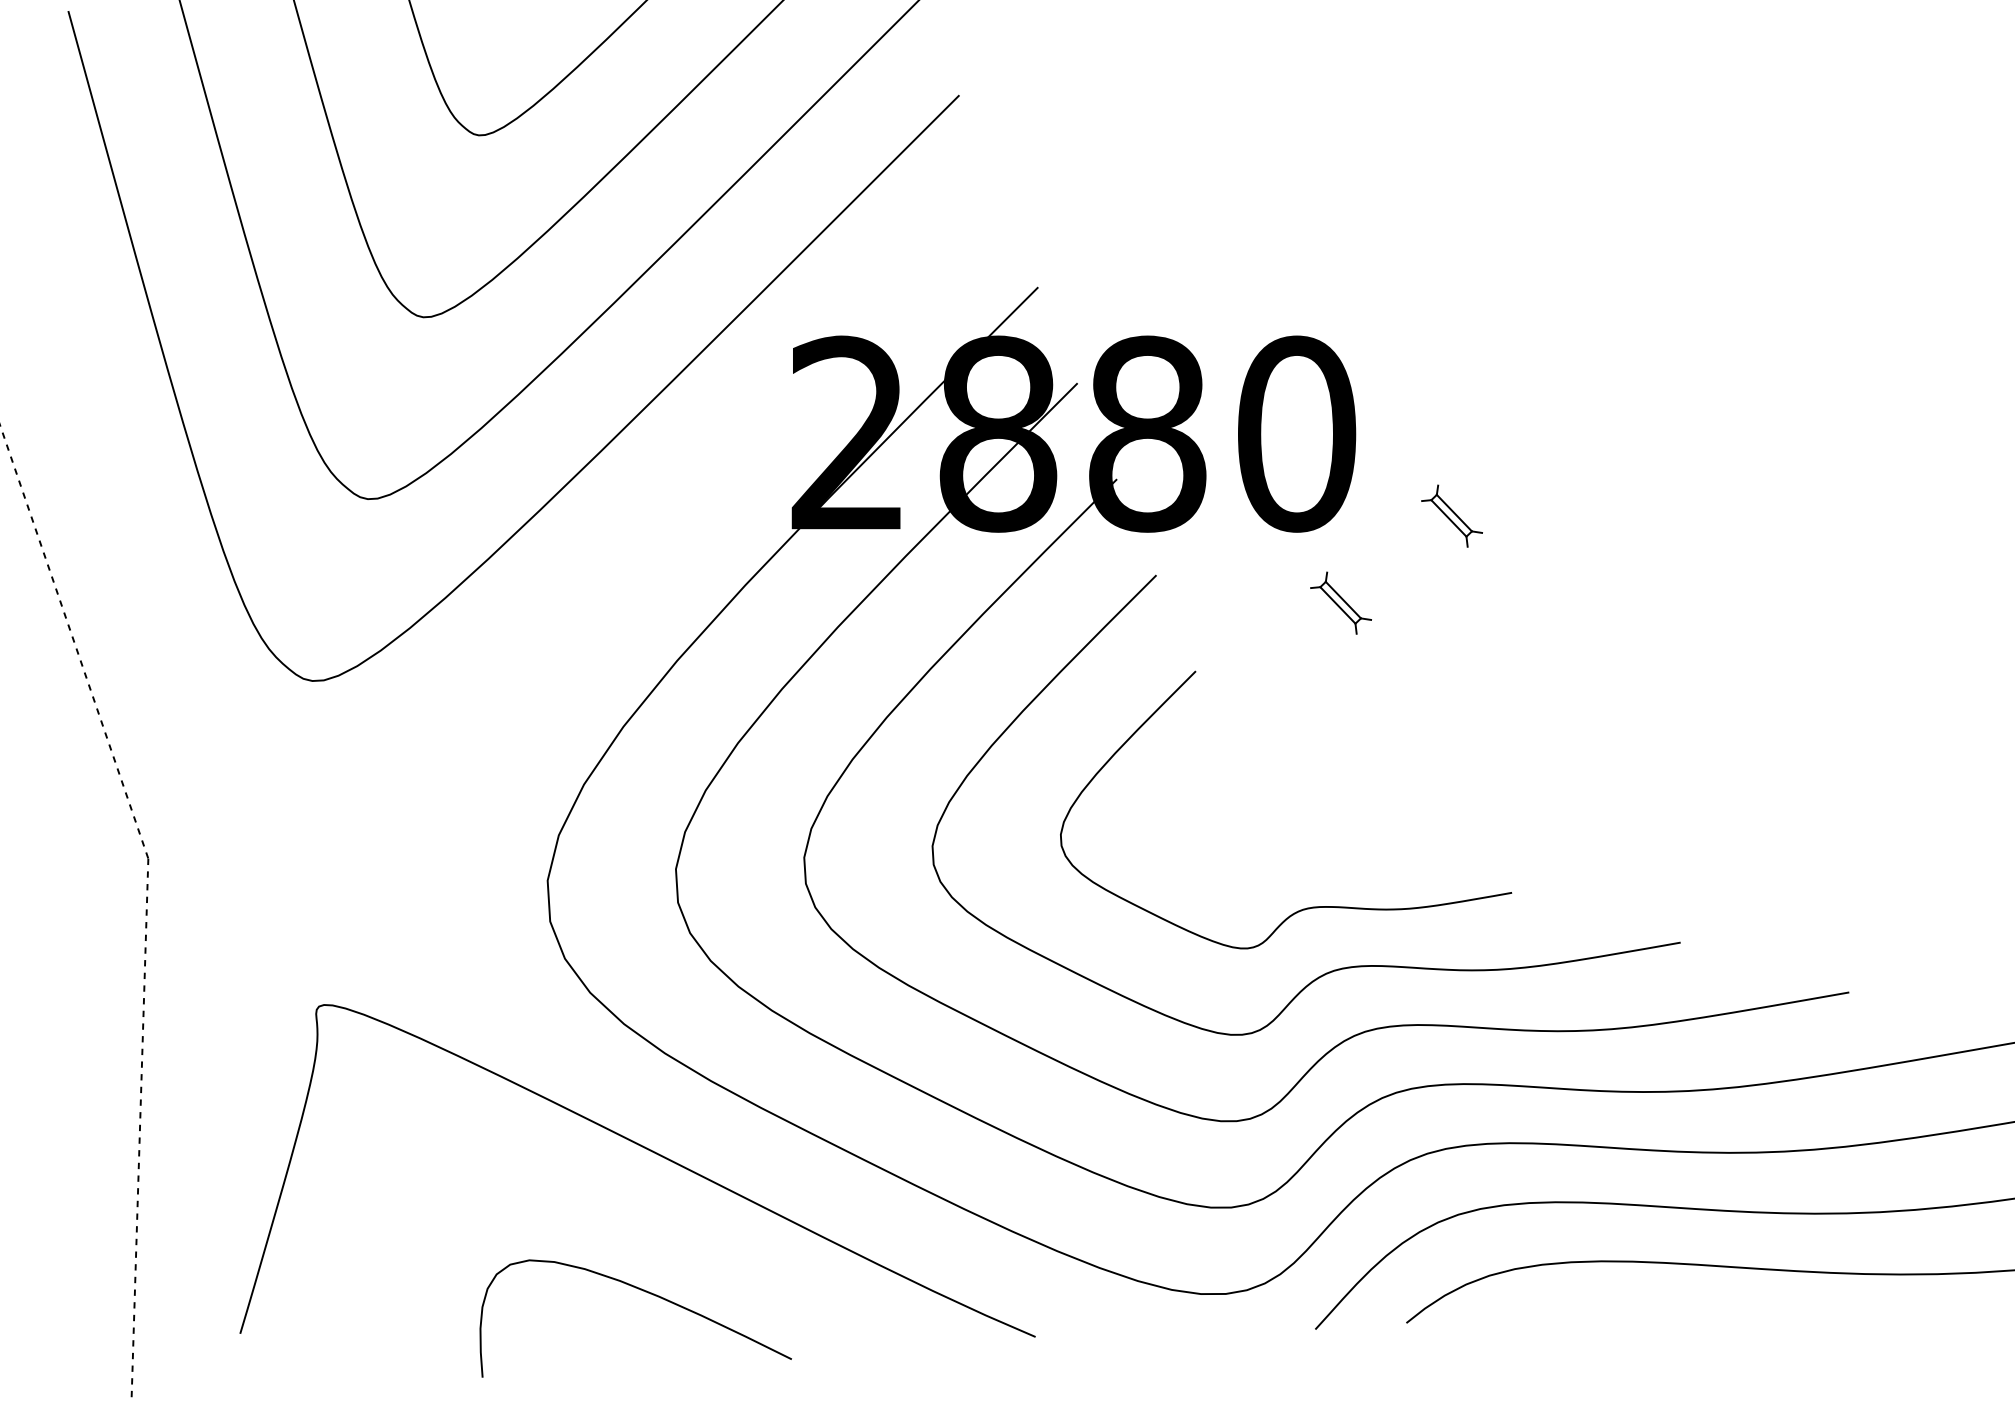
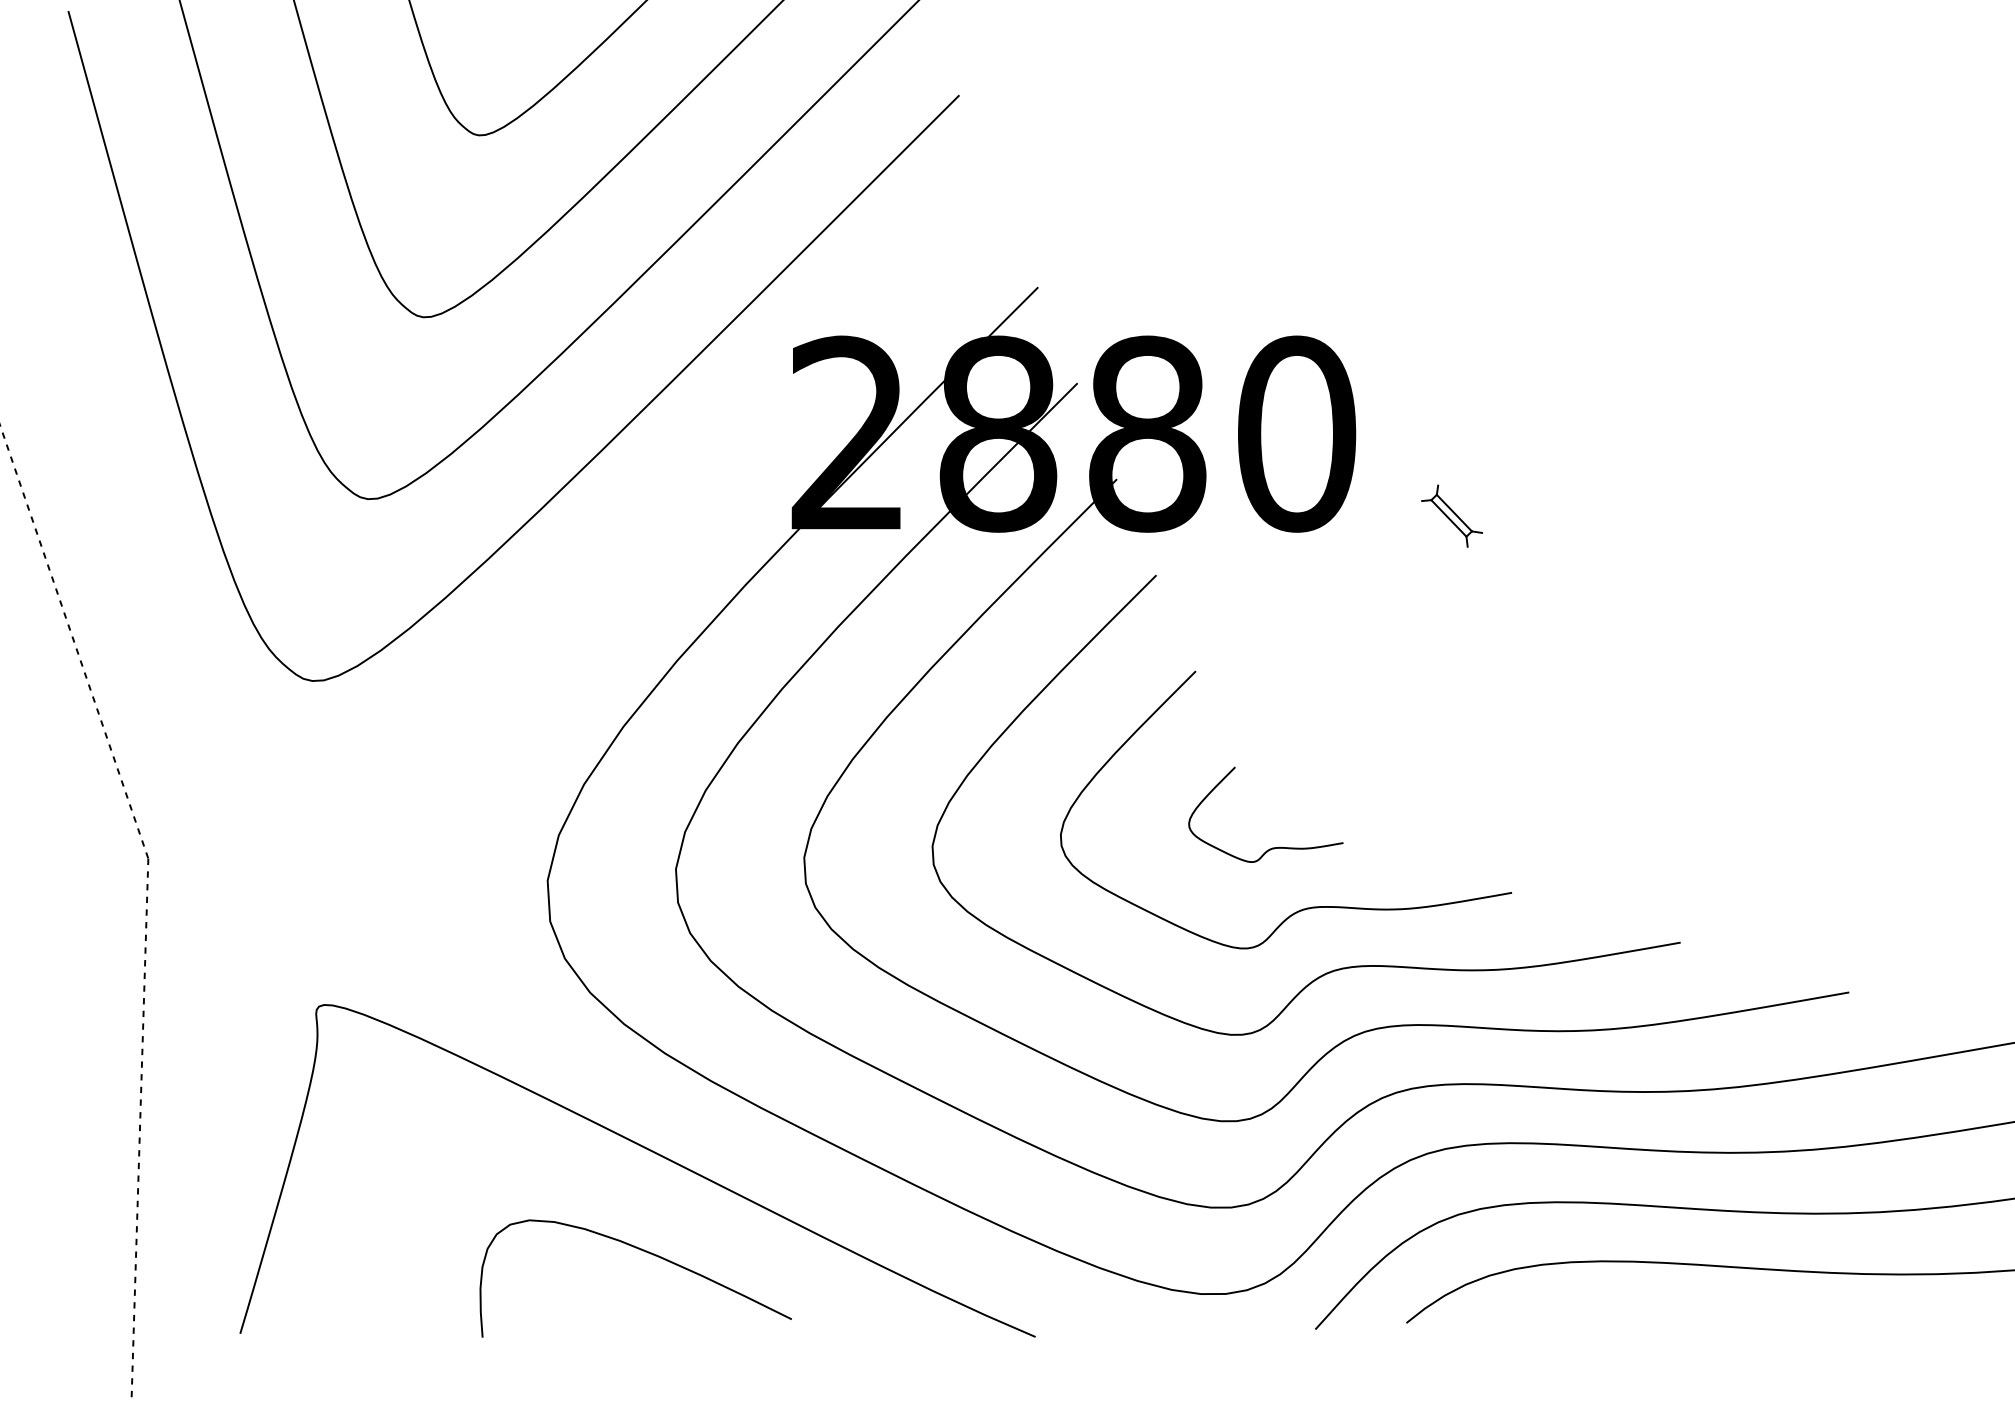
part at (1340, 602): present -> none
curve at (1272, 847): none -> present
curve at (645, 1292) position: (645, 1292) -> (645, 1252)
